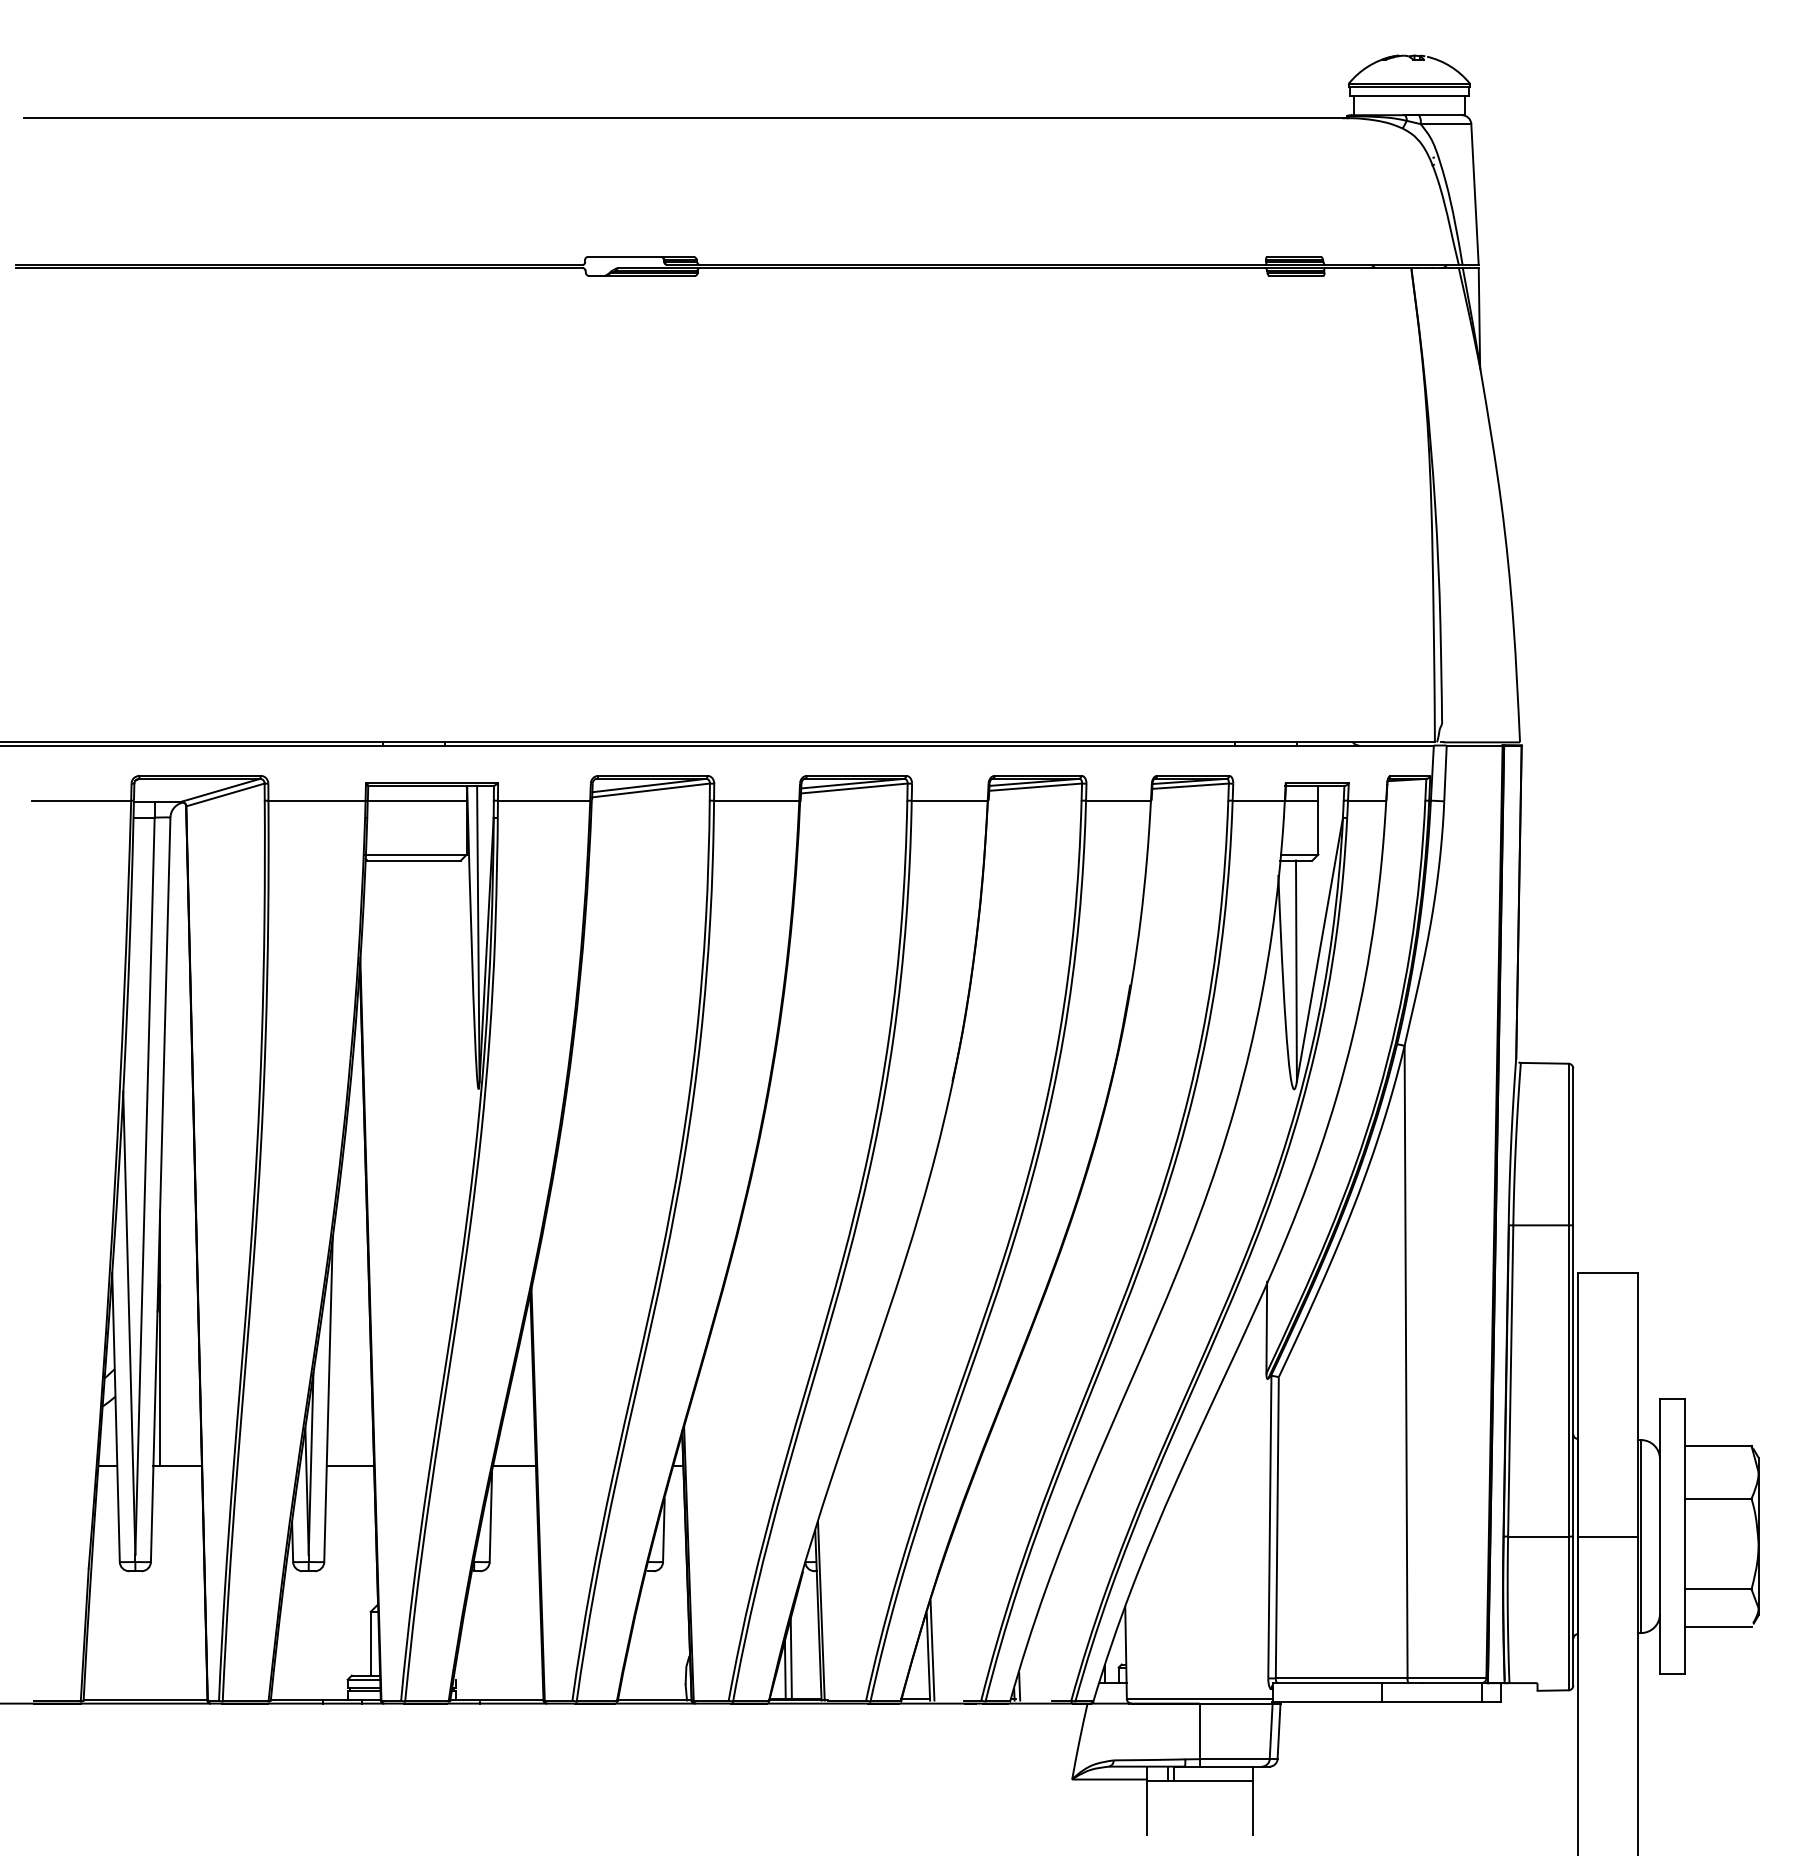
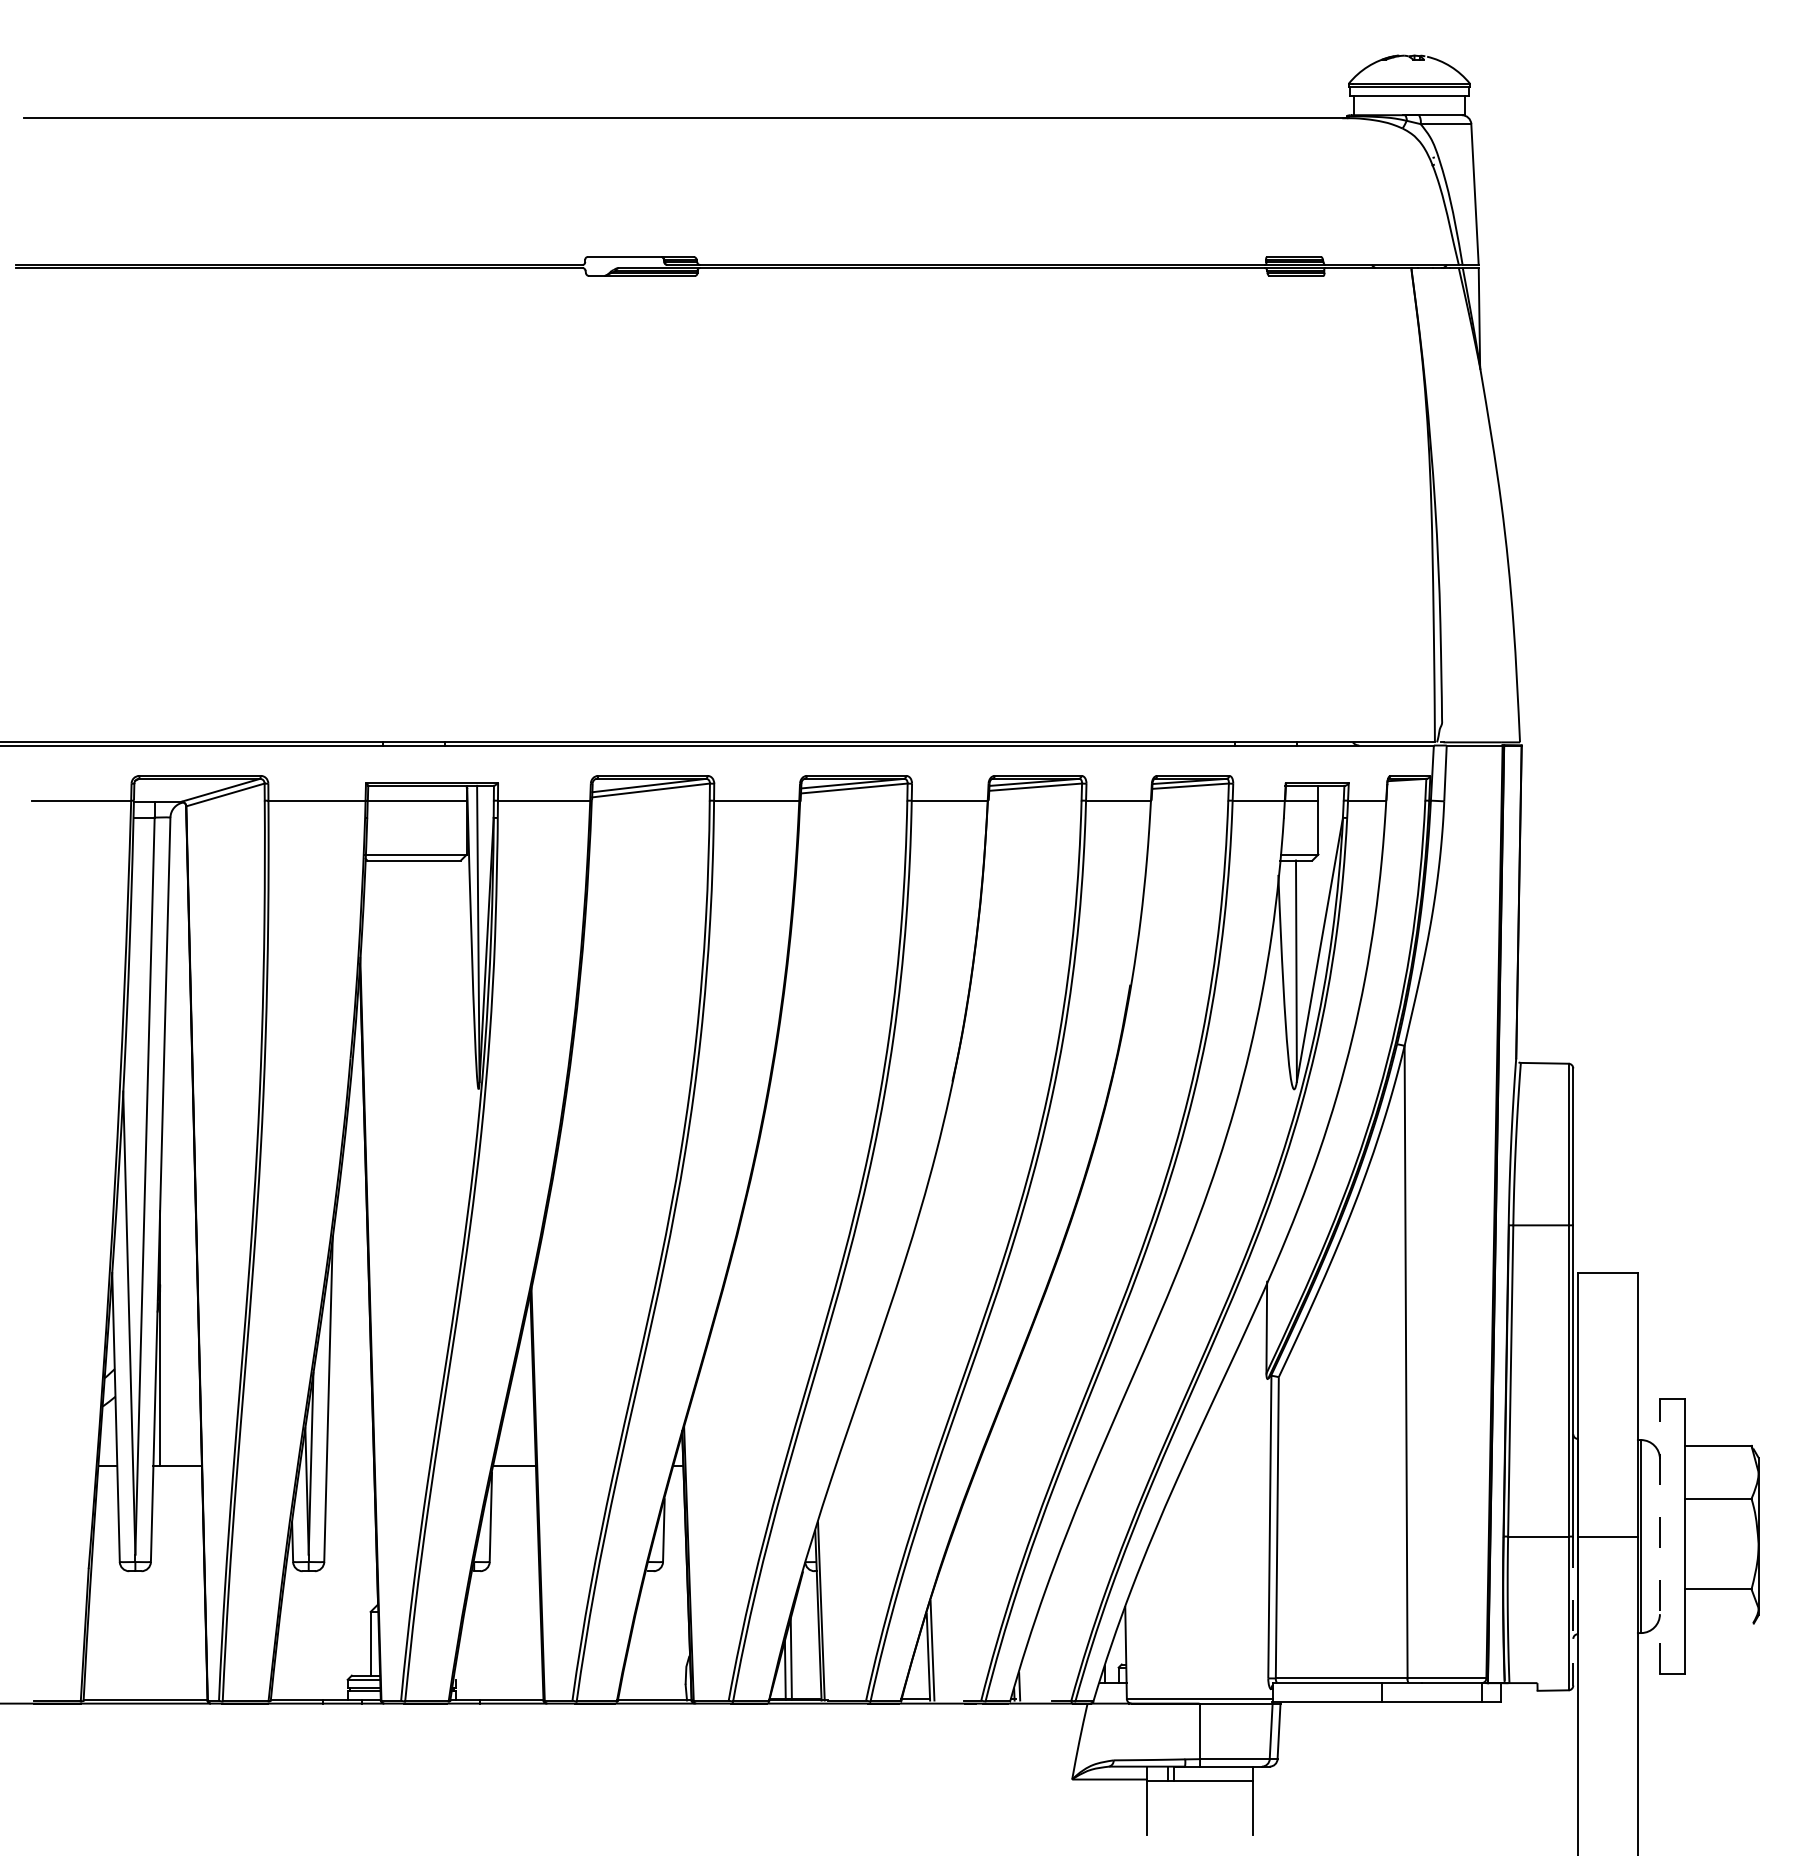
line at (350, 1465): present -> none
line at (1659, 1536): solid -> dashed
line at (1573, 1611): solid -> dashed
line at (1717, 1627): present -> none
